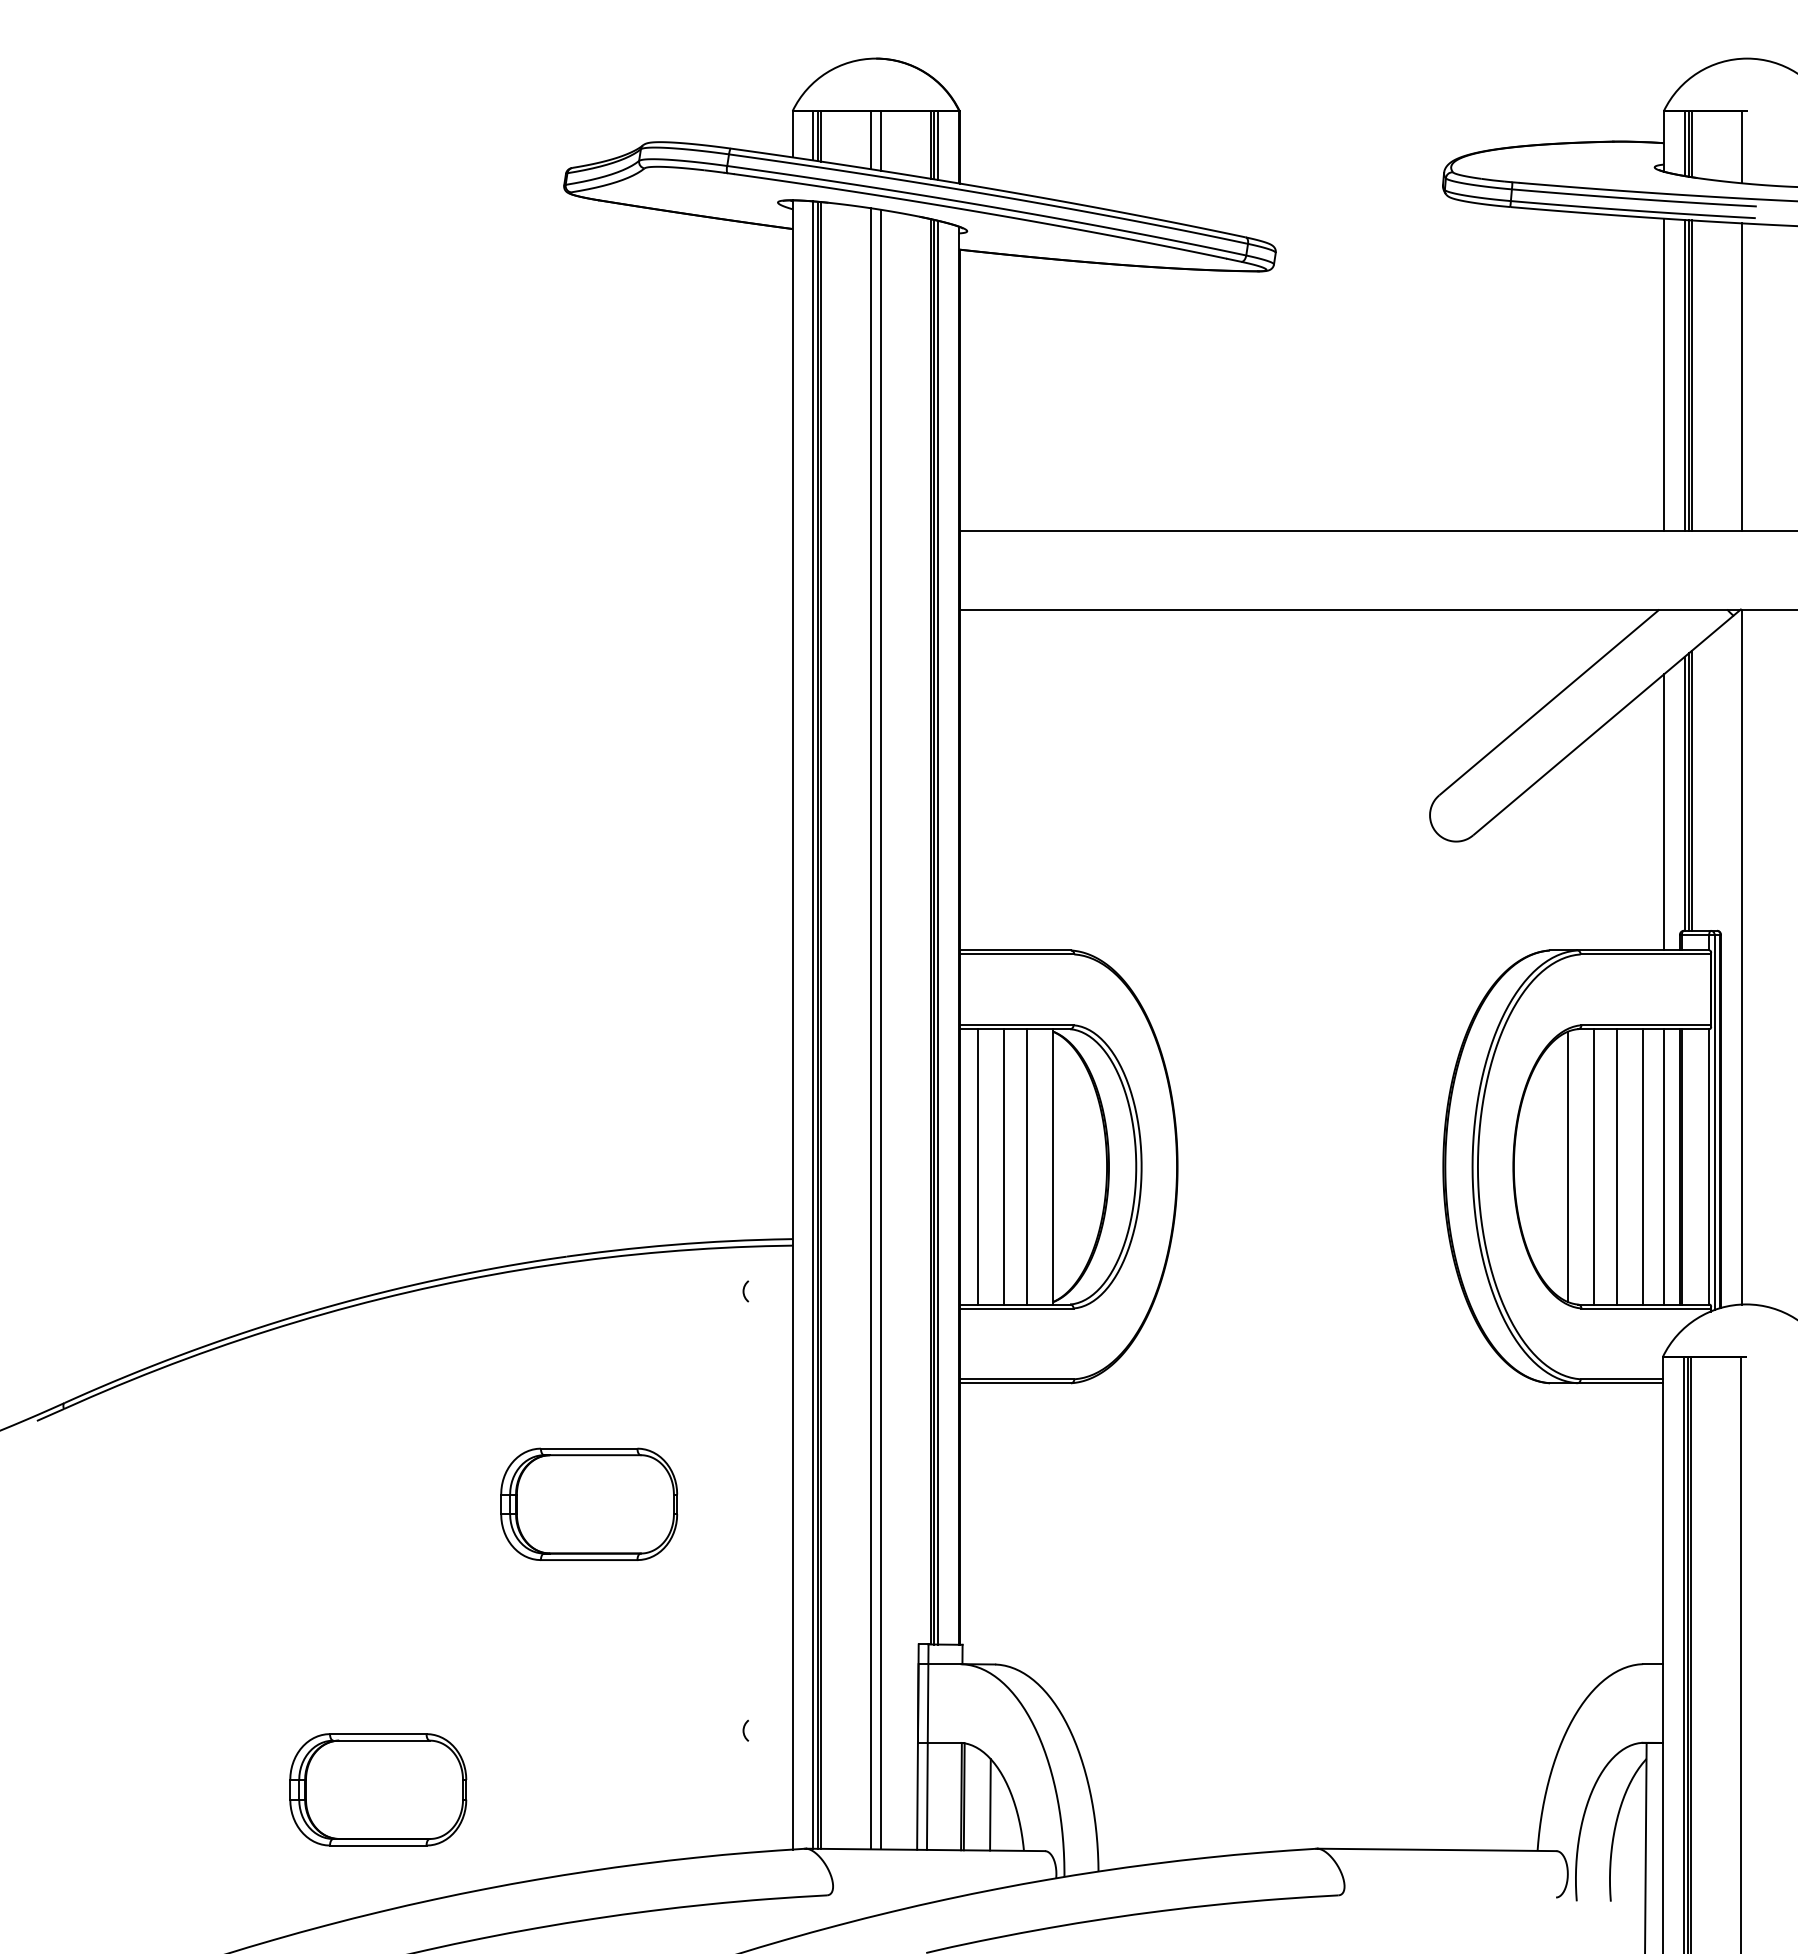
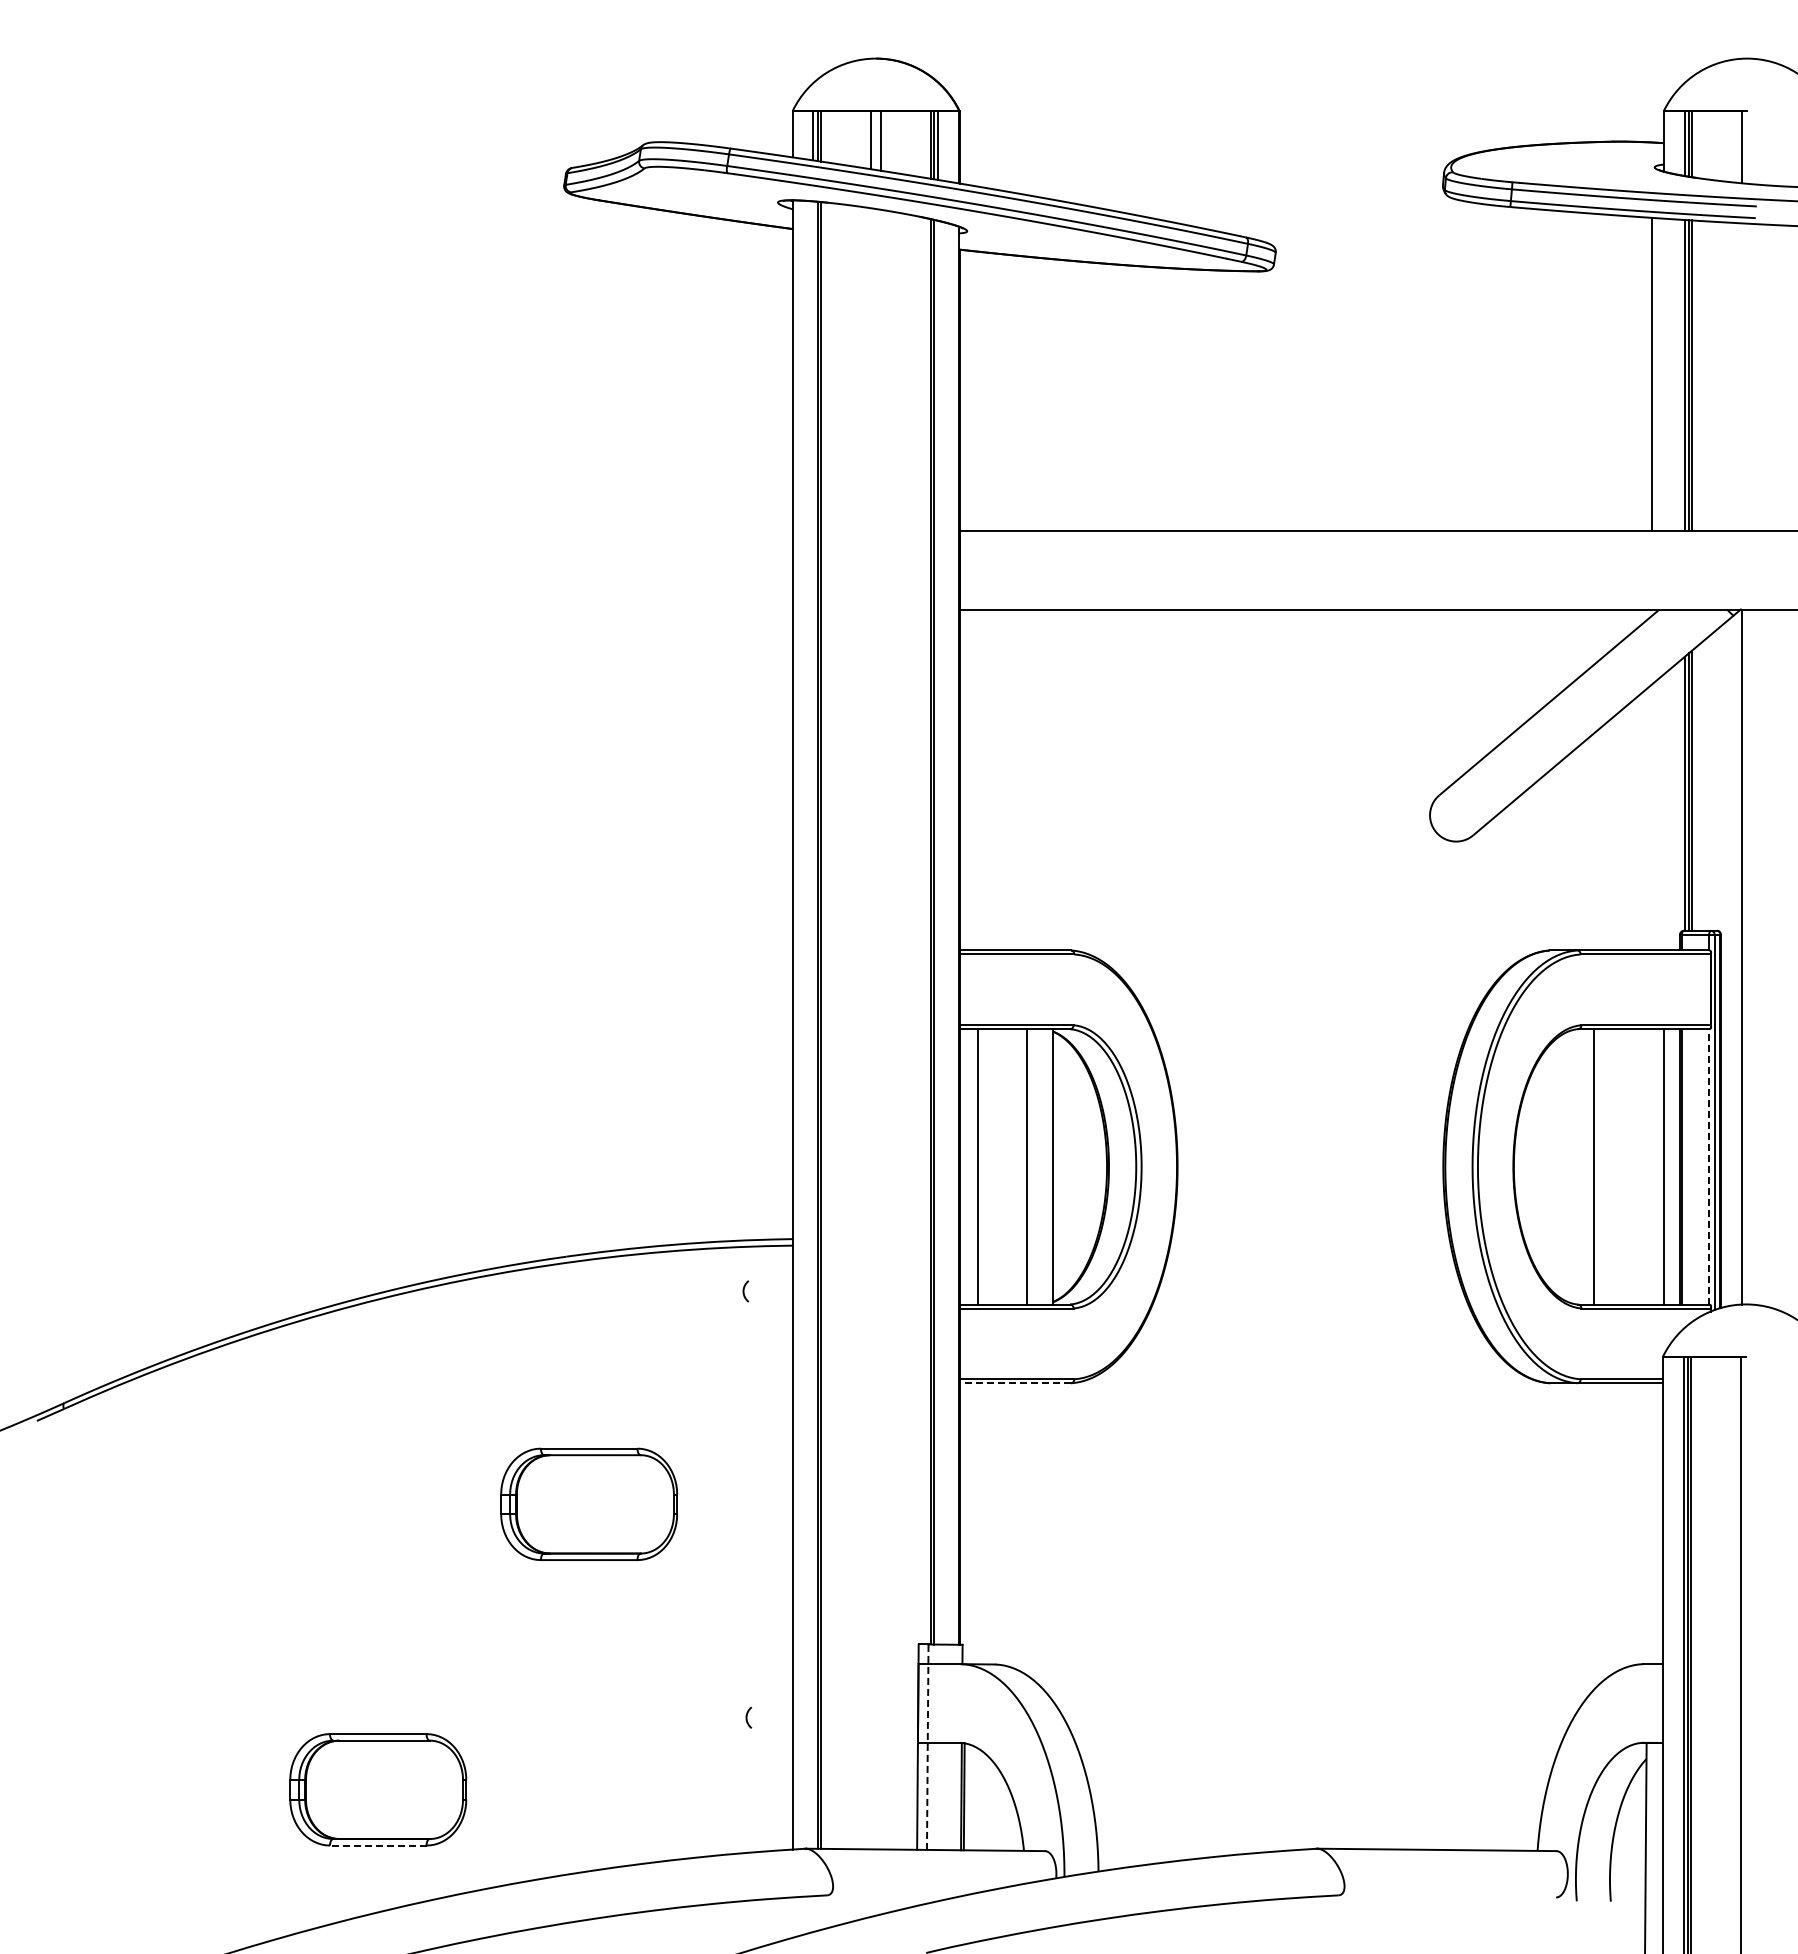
line at (1664, 374) position: (1664, 374) -> (1652, 374)
line at (1741, 376): present -> none
line at (1664, 812): present -> none
line at (938, 932): present -> none
line at (813, 1024): present -> none
line at (870, 1028): present -> none
line at (881, 1029): present -> none
line at (1004, 1166): present -> none
line at (1567, 1166): present -> none
line at (1616, 1166): present -> none
line at (1643, 1166): present -> none
line at (1709, 1166): solid -> dashed
line at (1015, 1383): solid -> dashed
arc at (744, 1730) position: (744, 1730) -> (747, 1717)
line at (927, 1747): solid -> dashed
line at (990, 1804): present -> none
line at (377, 1845): solid -> dashed
